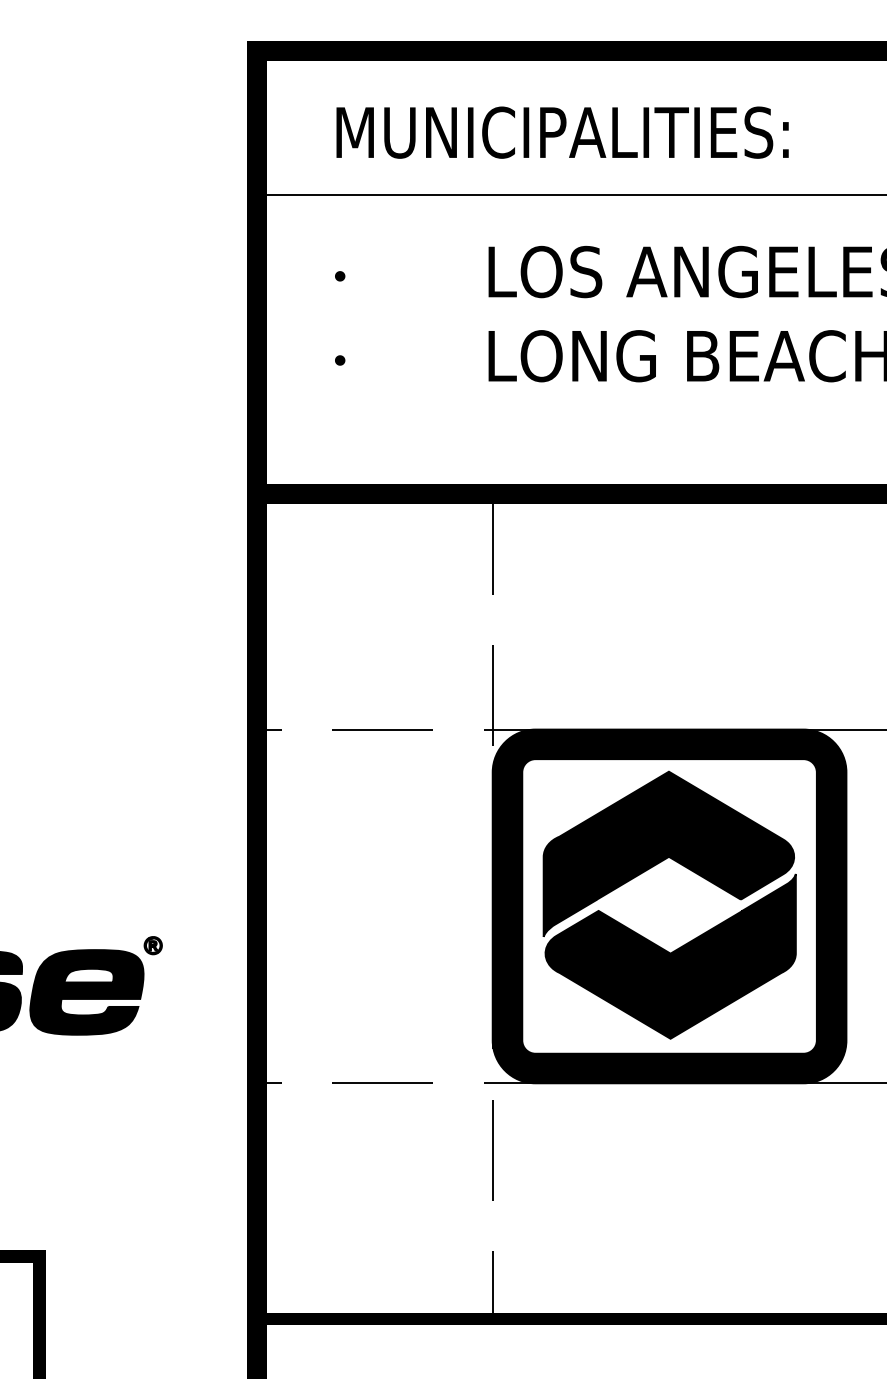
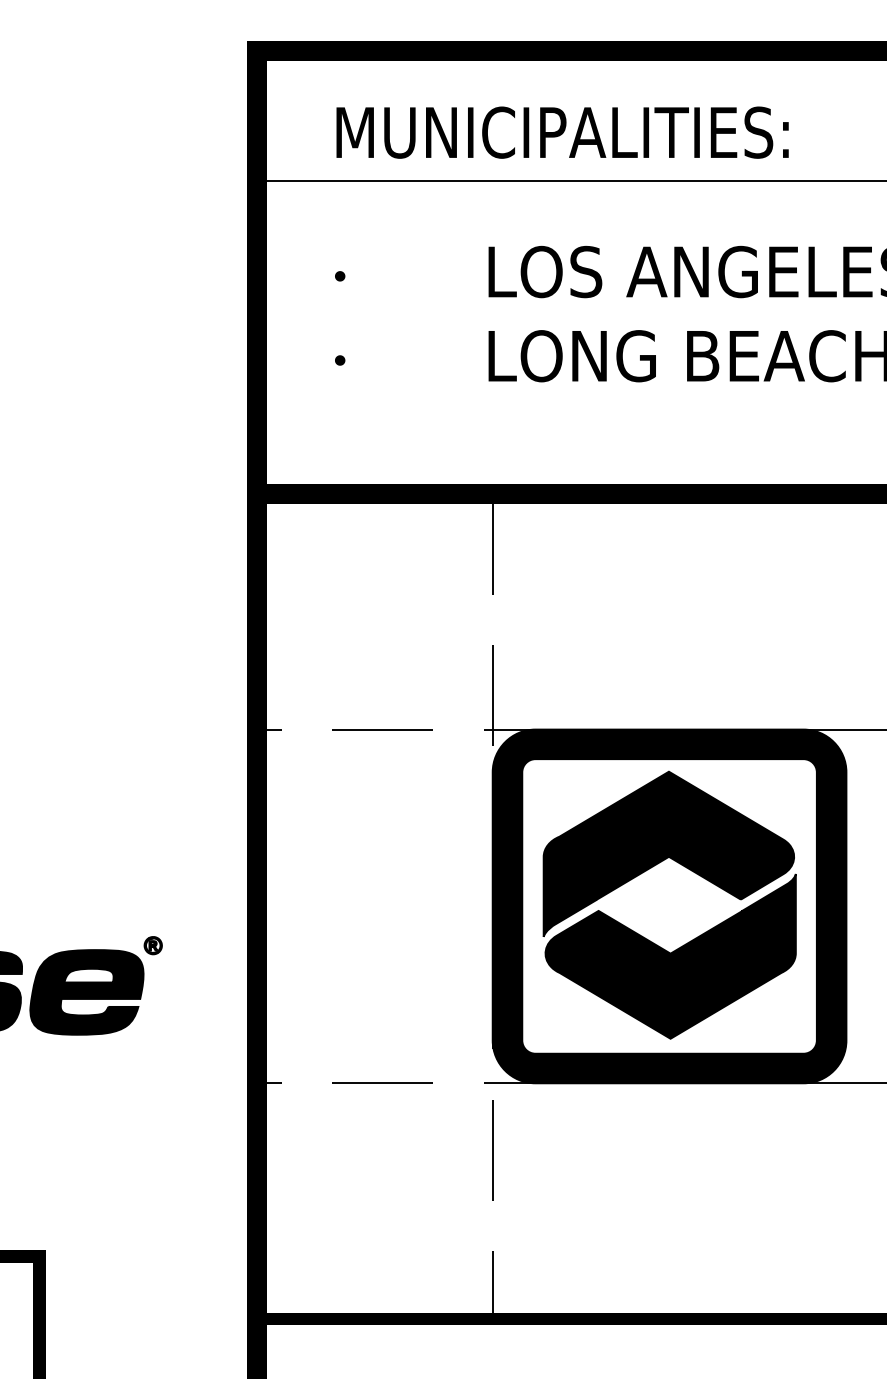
line at (570, 194) position: (570, 194) -> (570, 180)
